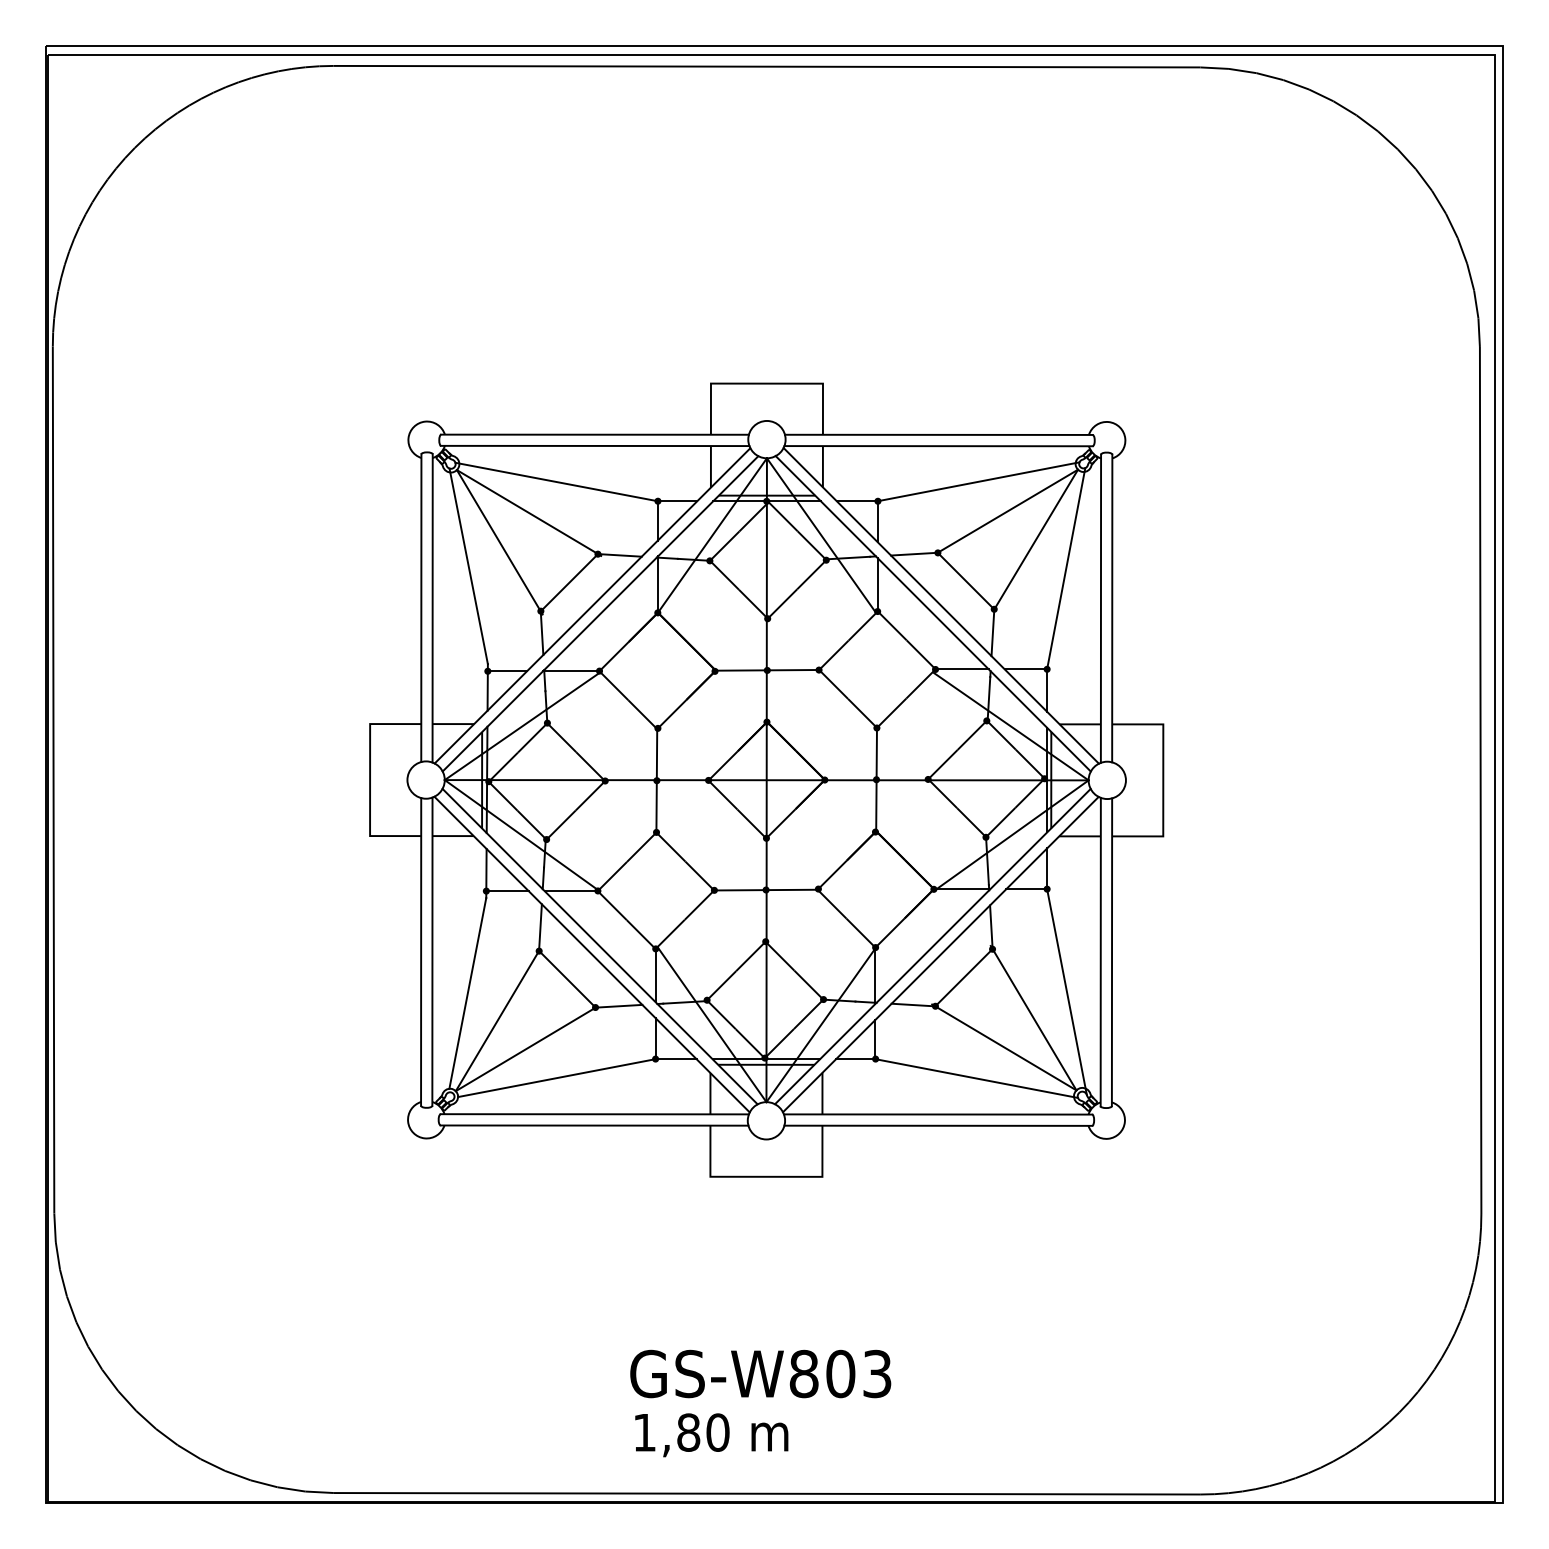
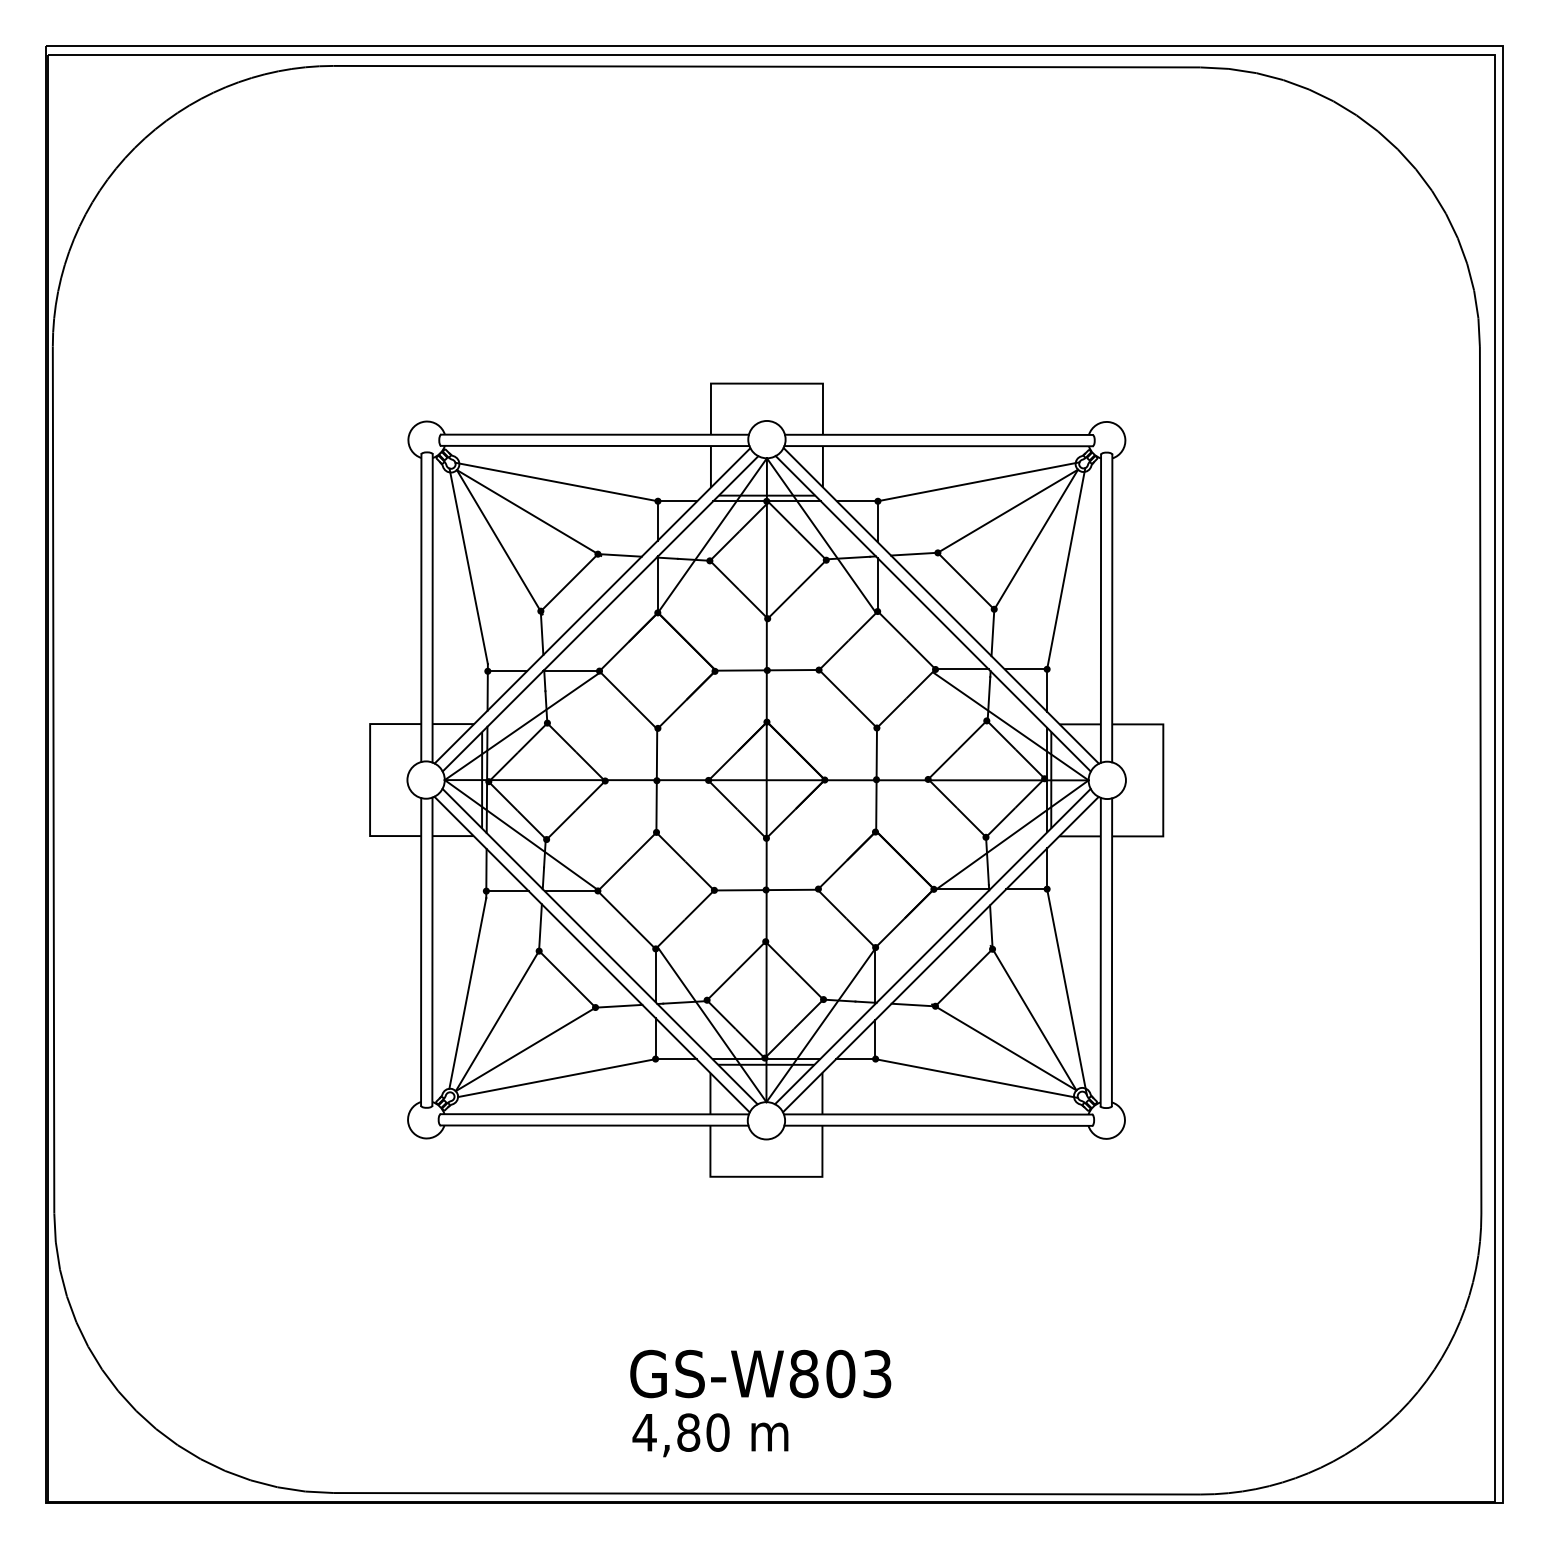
text at (644, 1432): 1,80 -> 4,80
